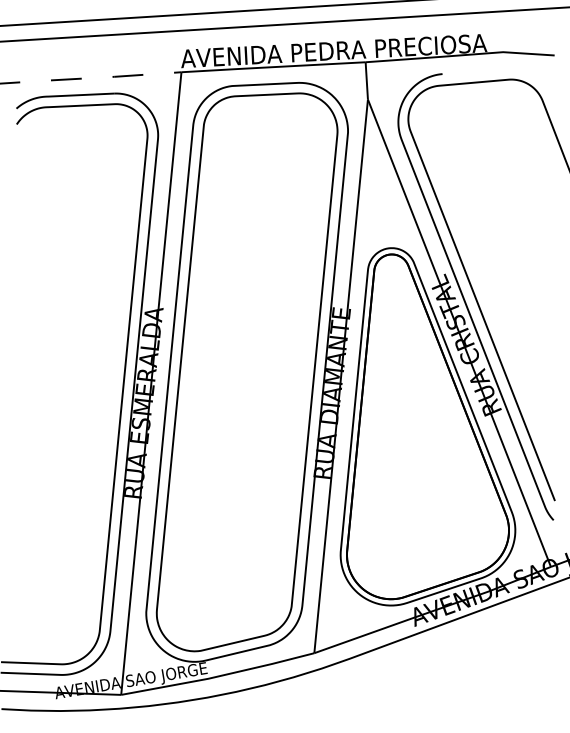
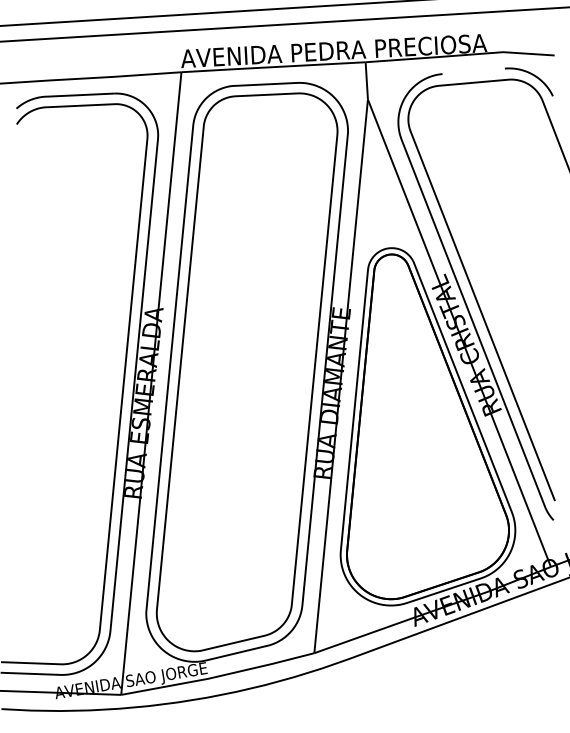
curve at (533, 76): none -> present
line at (91, 78): dashed -> solid
